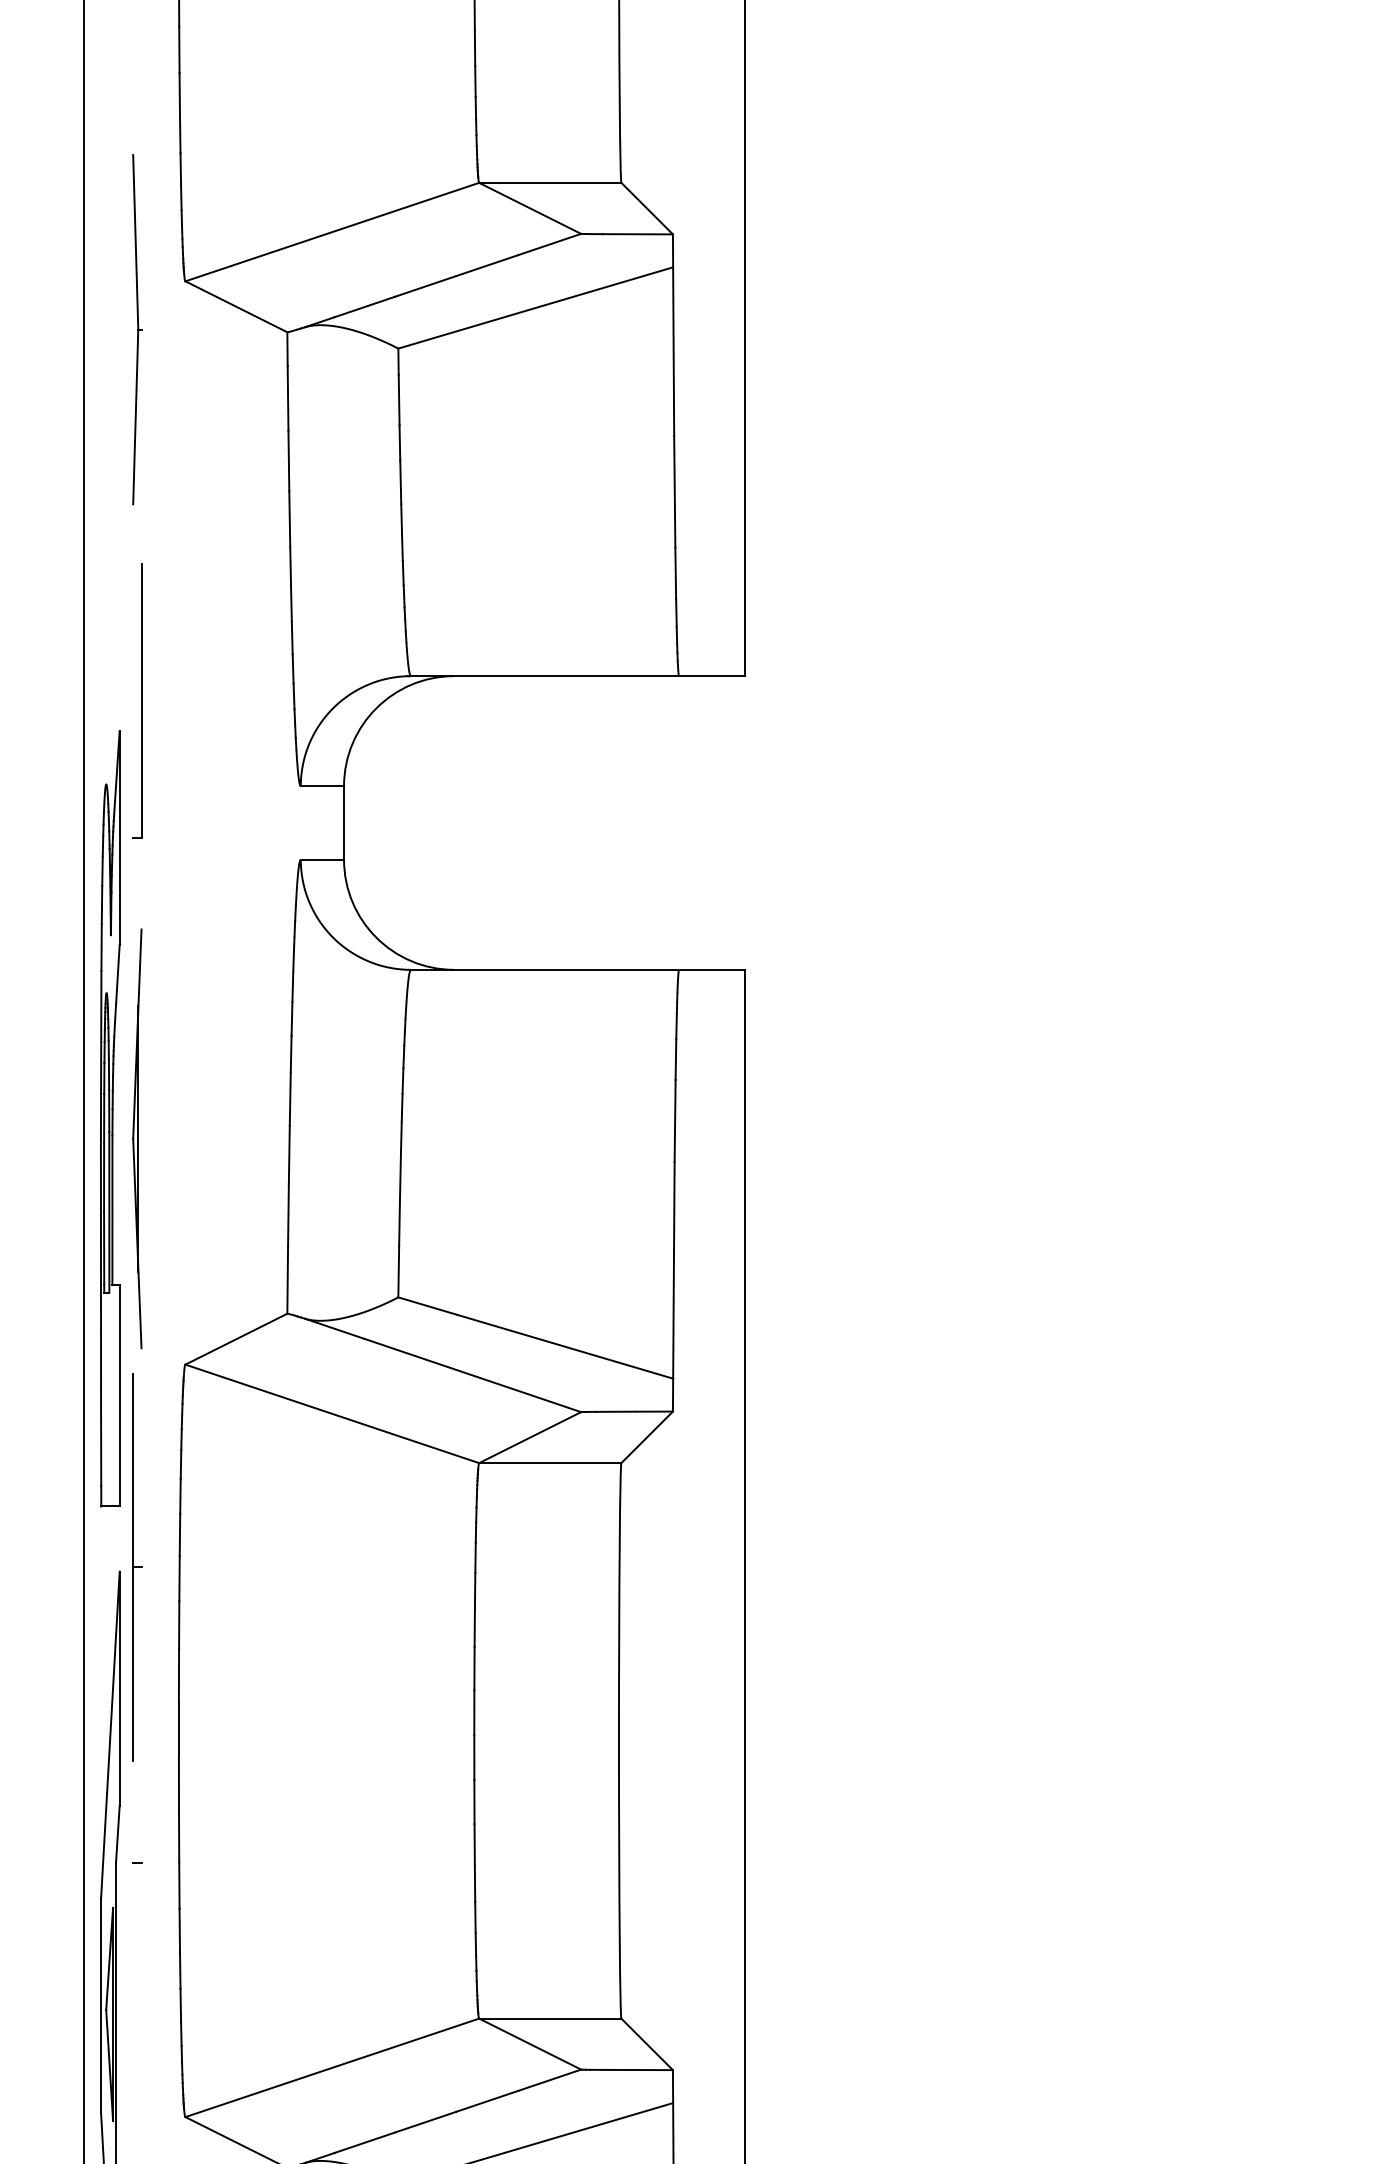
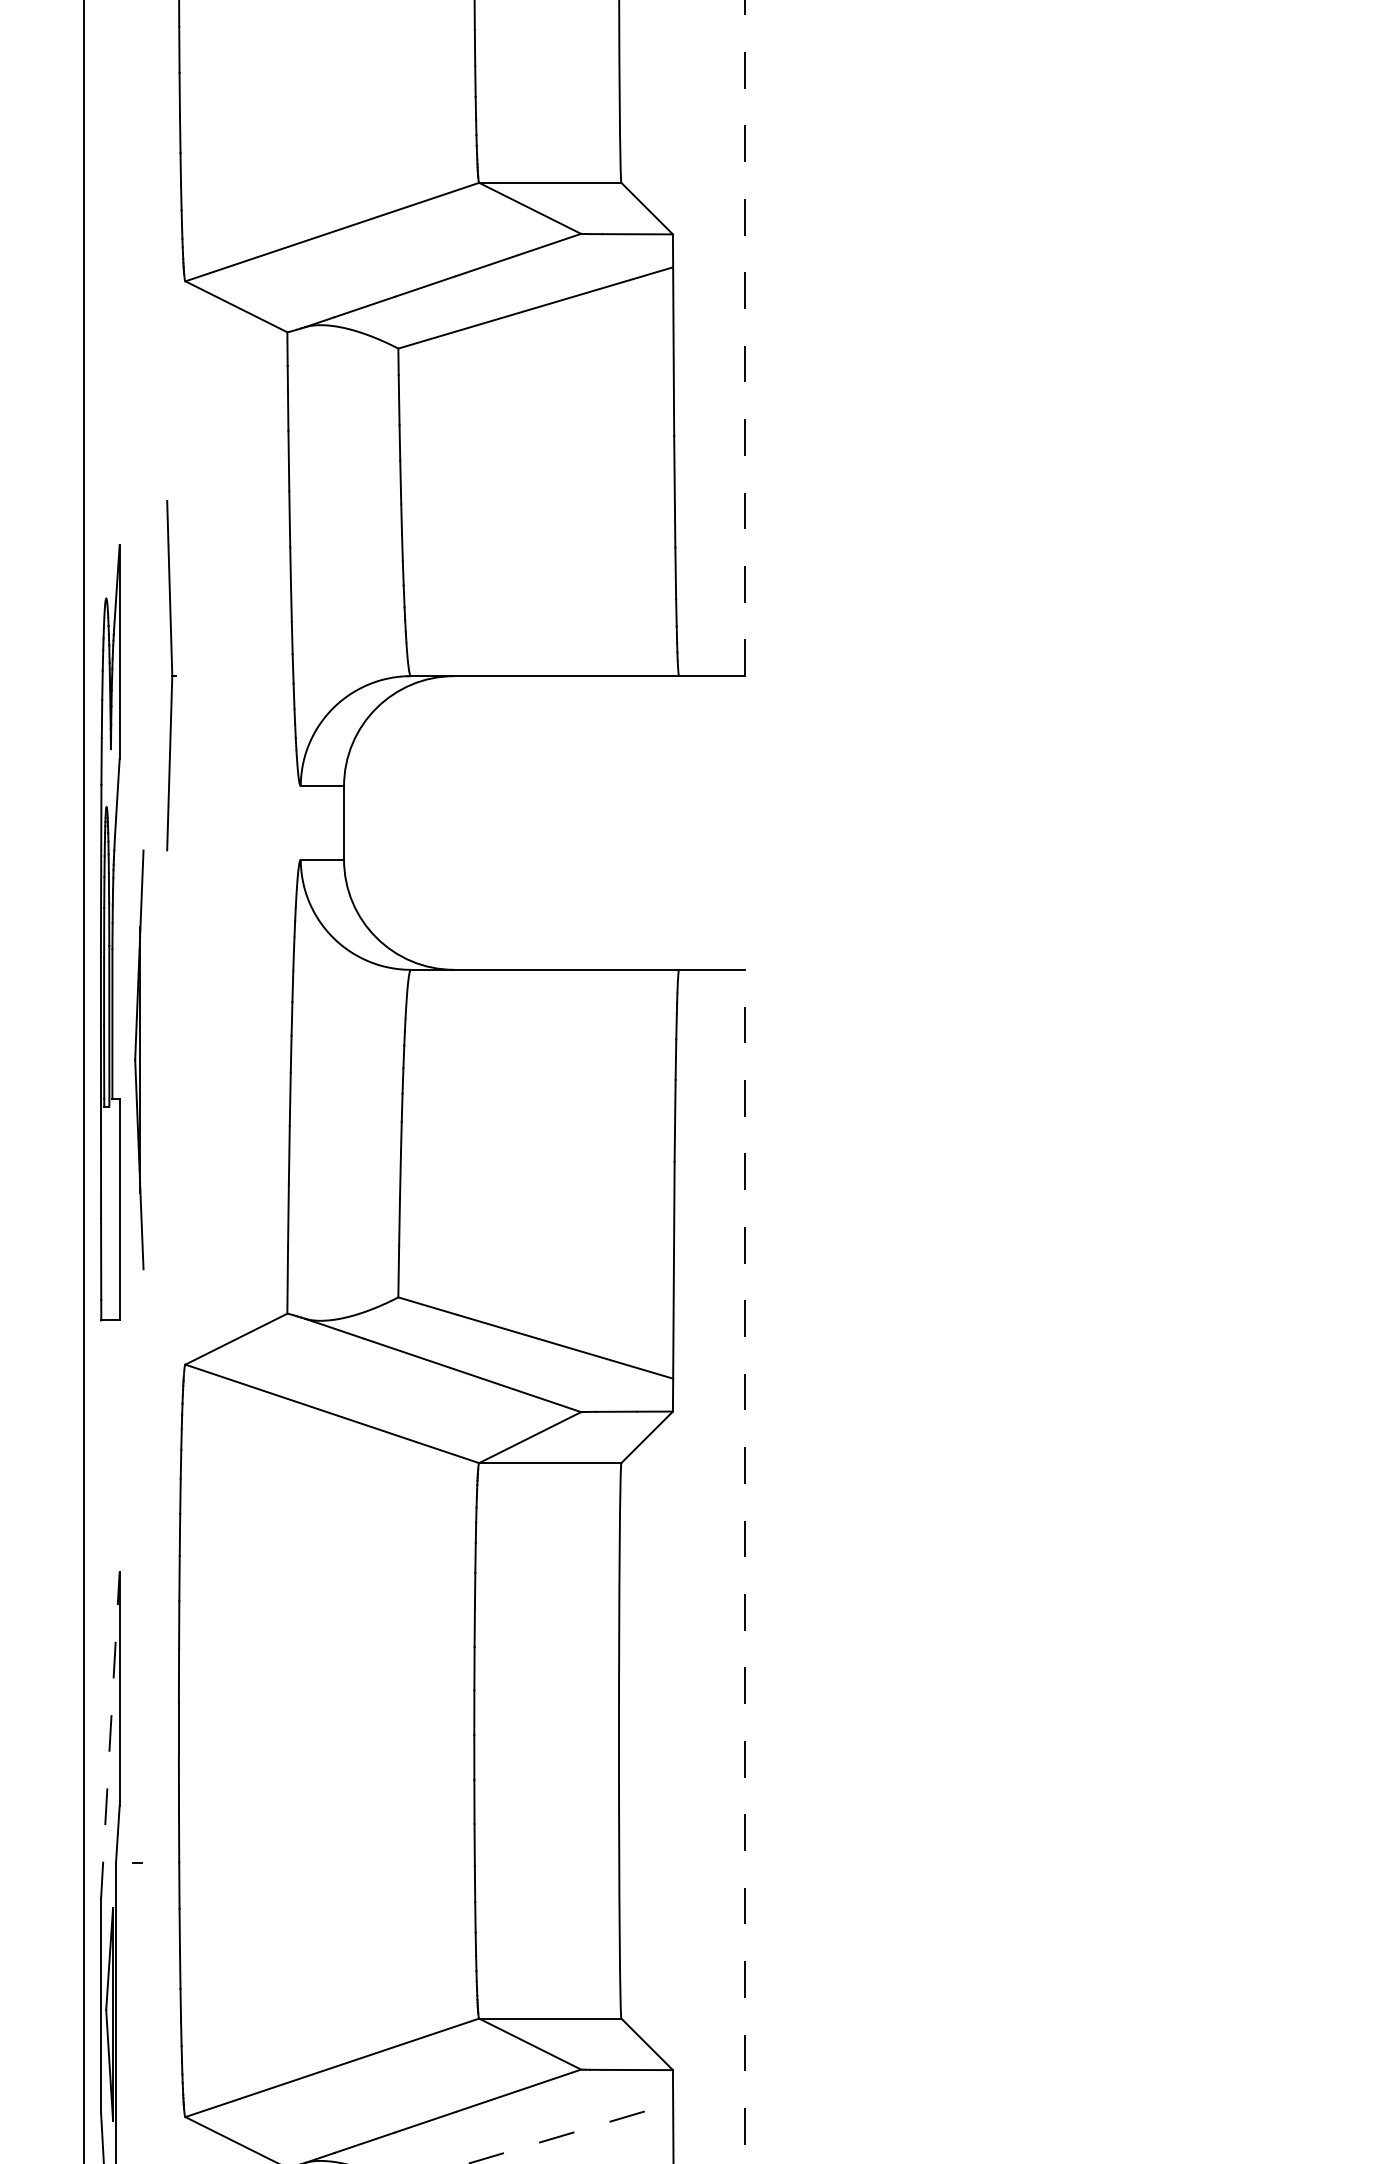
part at (137, 329) position: (137, 329) -> (171, 675)
line at (745, 338): solid -> dashed
part at (137, 700): present -> none
part at (110, 1118) position: (110, 1118) -> (110, 932)
part at (137, 1138) position: (137, 1138) -> (139, 1059)
line at (745, 1566): solid -> dashed
part at (137, 1567): present -> none
line at (110, 1735): solid -> dashed
line at (570, 2133): solid -> dashed
